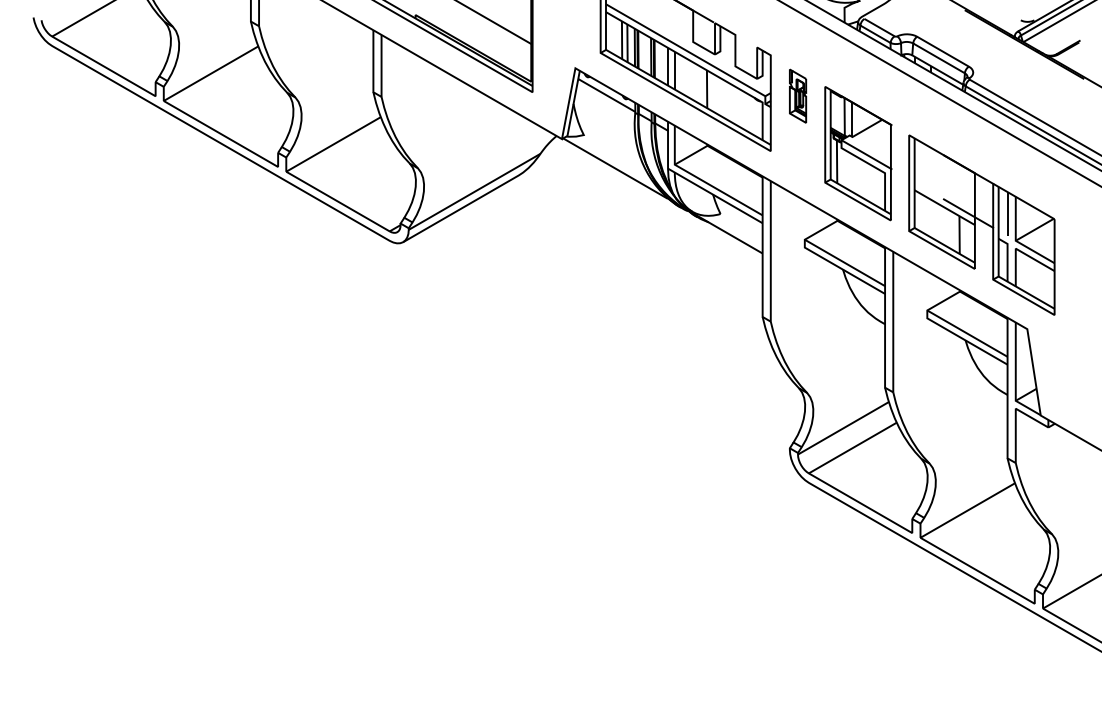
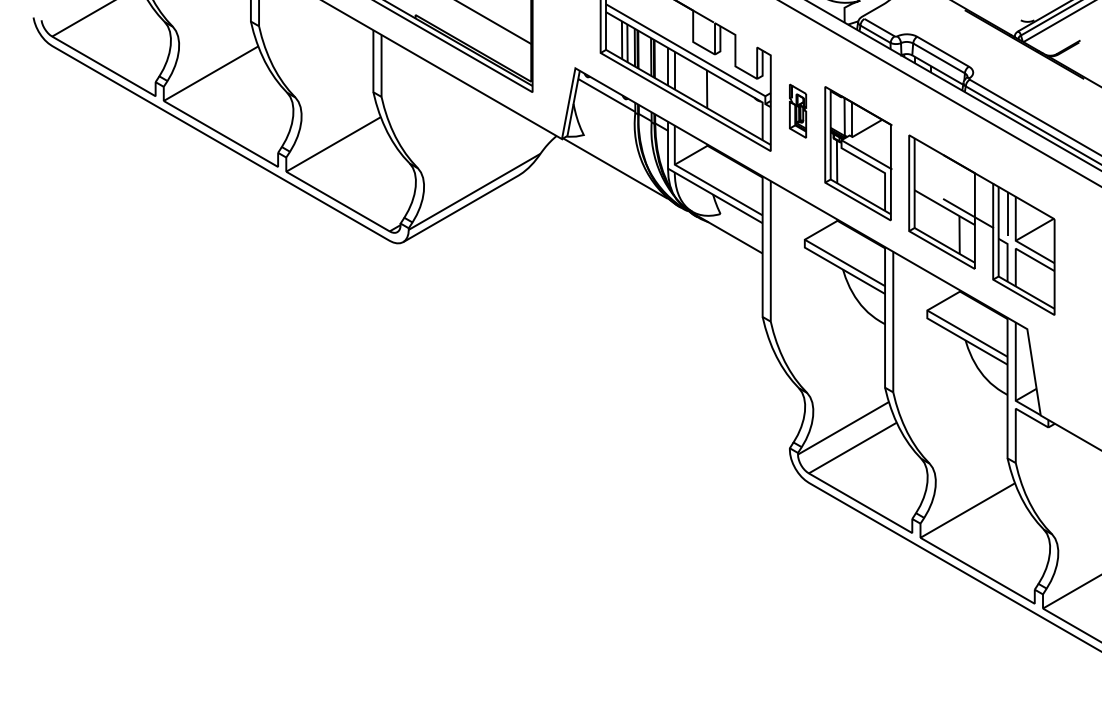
part at (798, 95) position: (798, 95) -> (798, 110)
